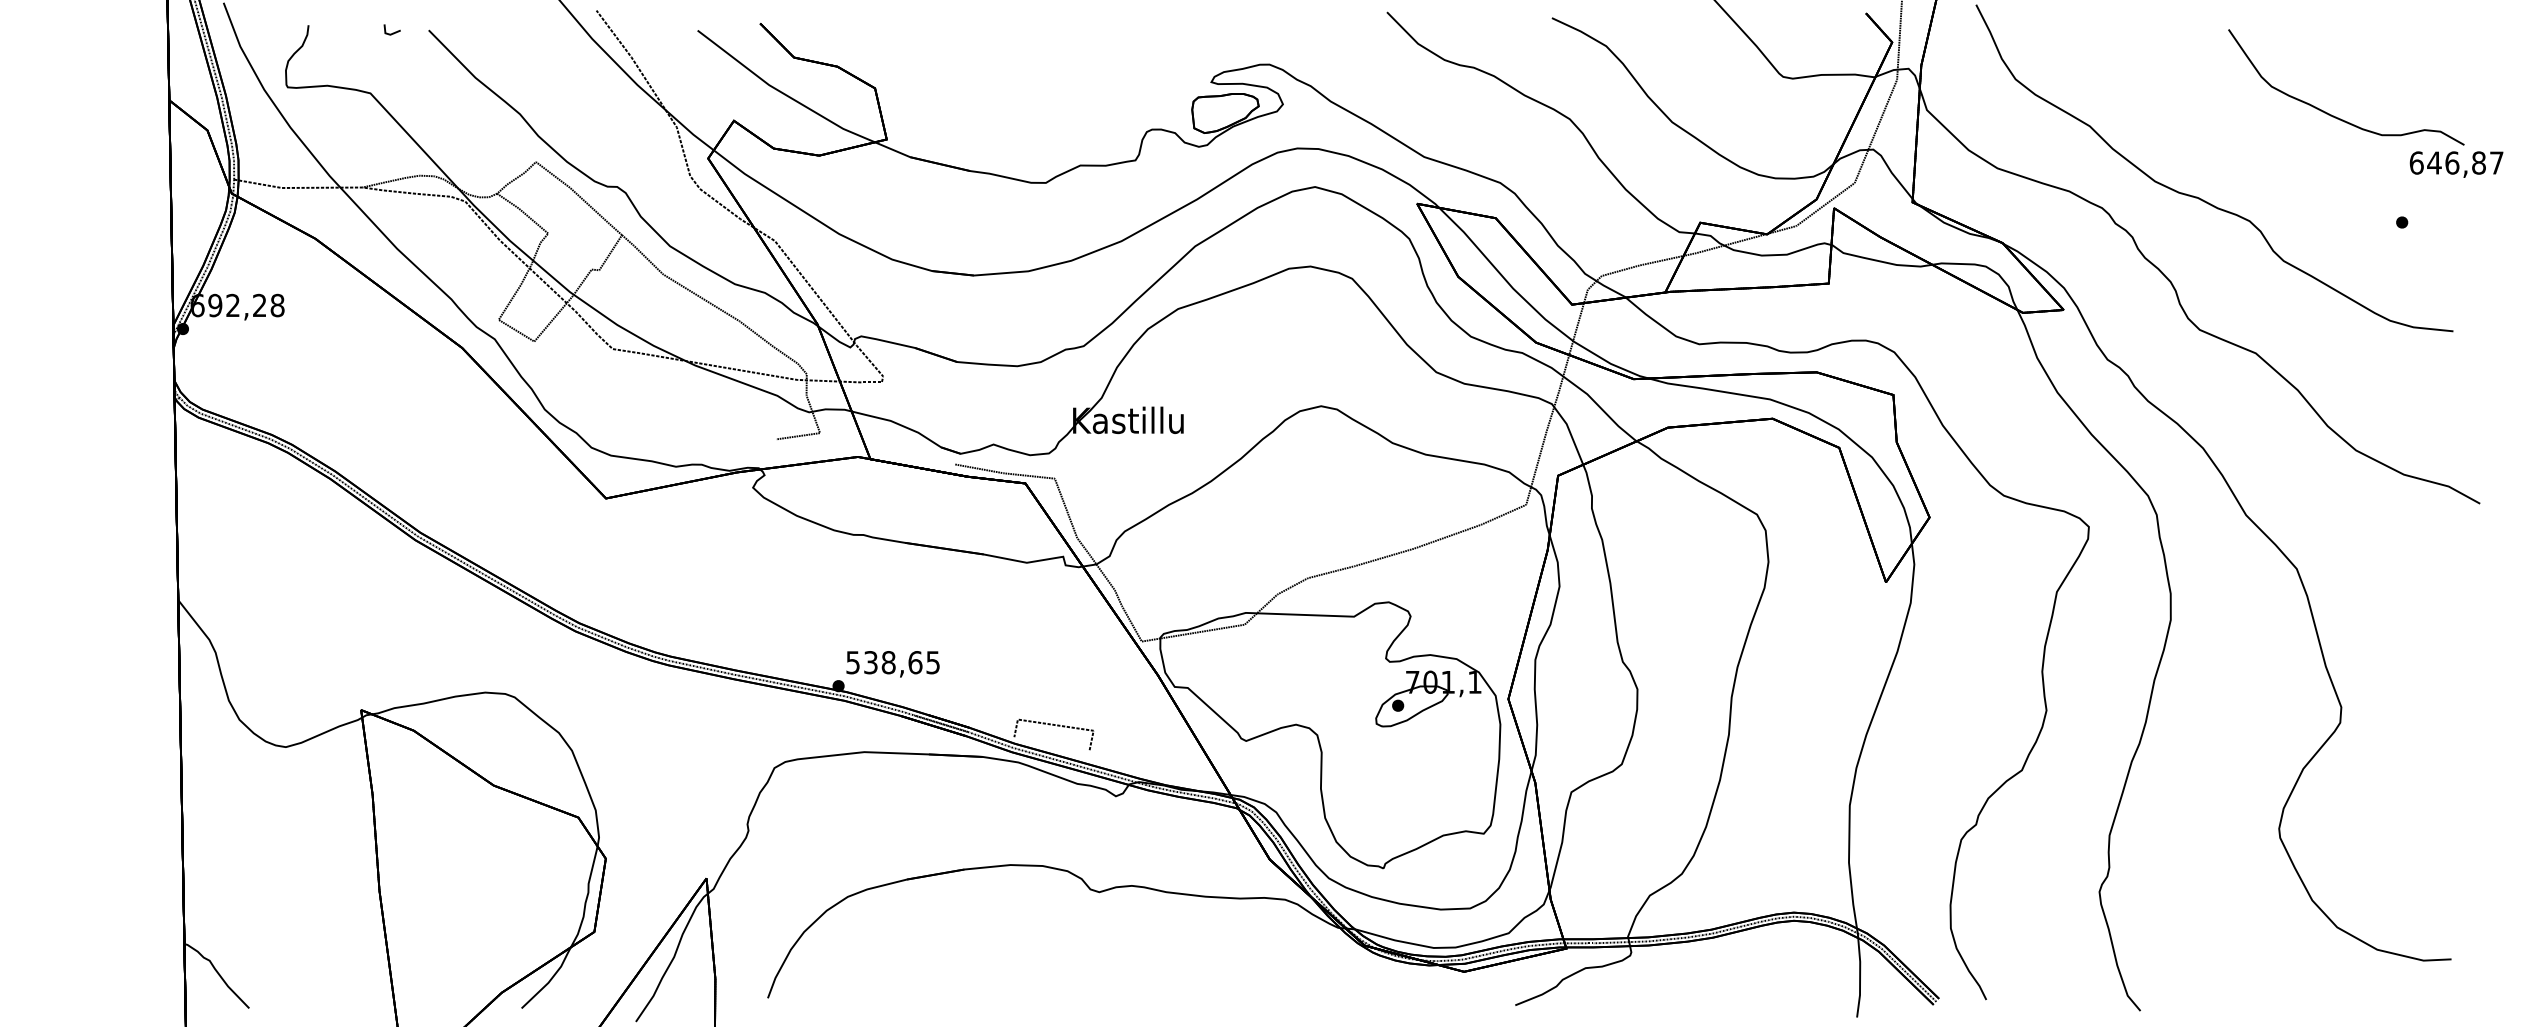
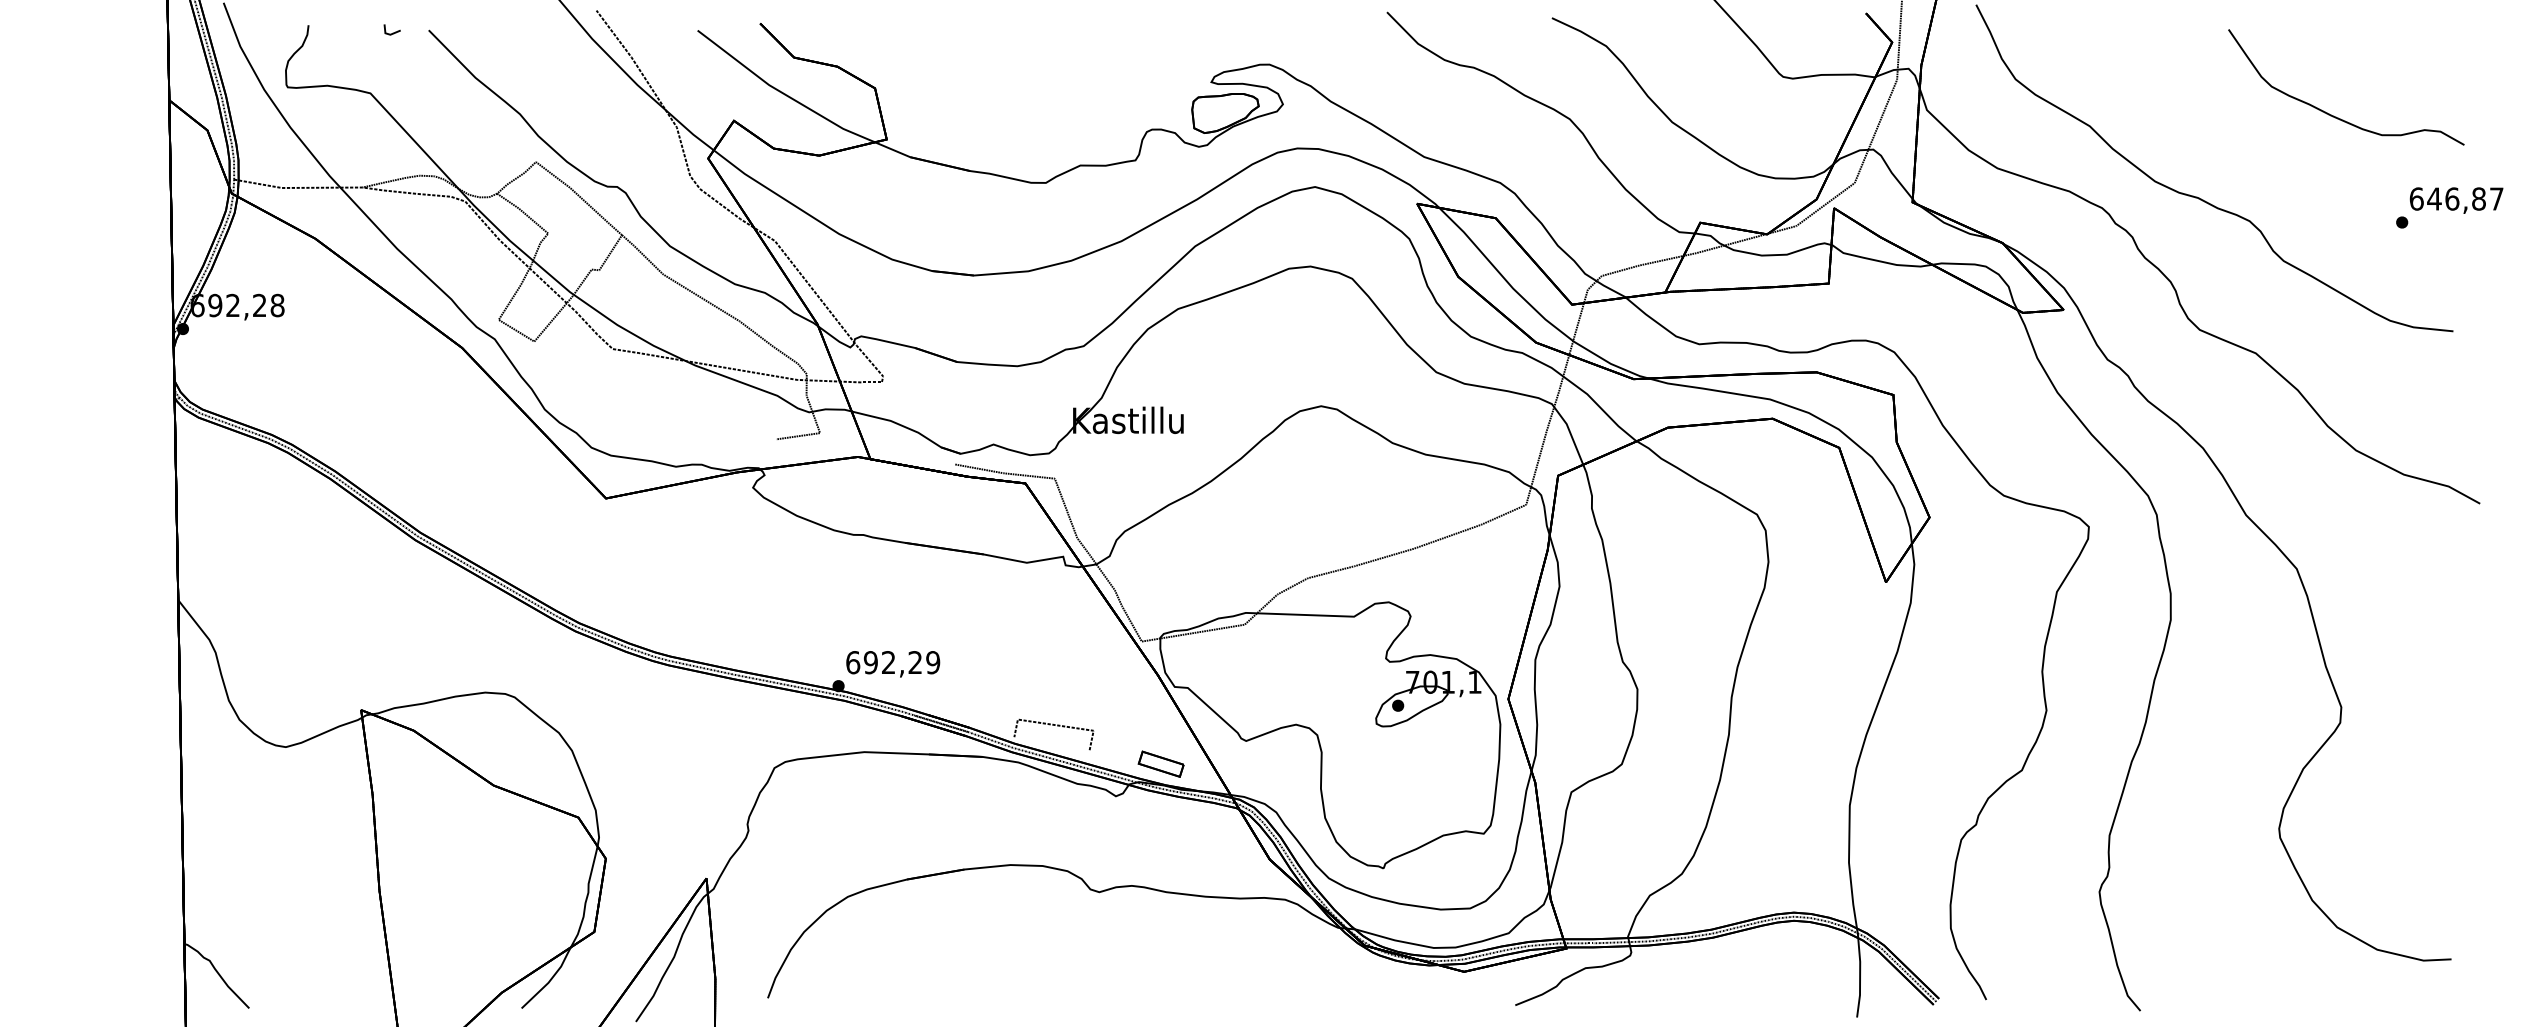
text at (2456, 164) position: (2456, 164) -> (2456, 200)
text at (893, 662): 538,65 -> 692,29
part at (1160, 763): none -> present
